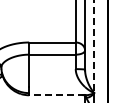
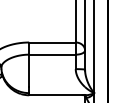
line at (94, 47): dashed -> solid
line at (57, 95): dashed -> solid
